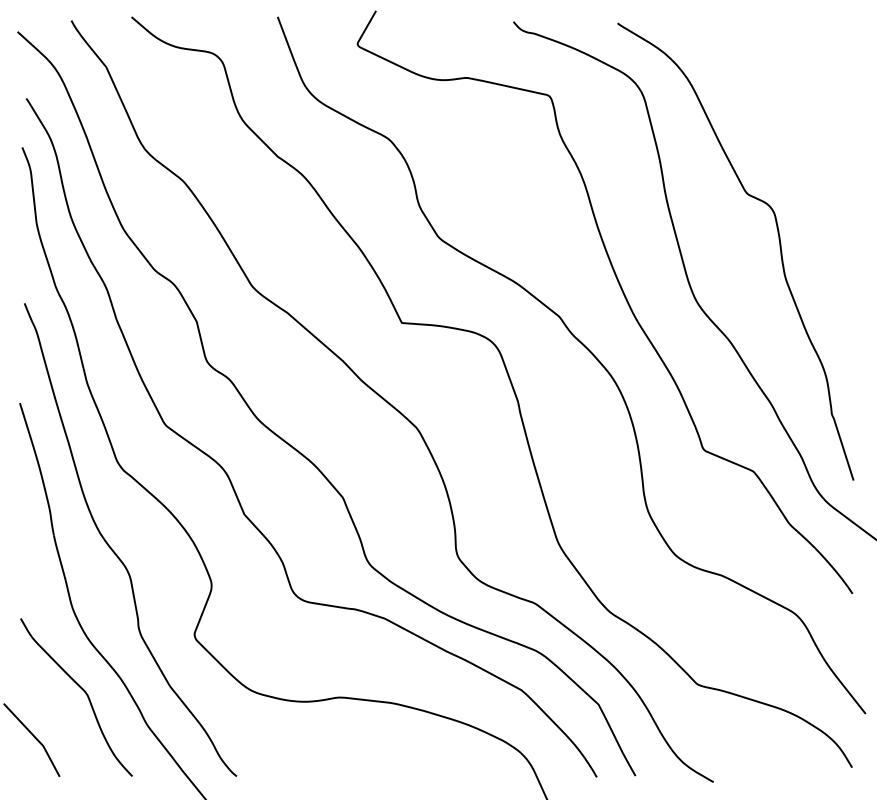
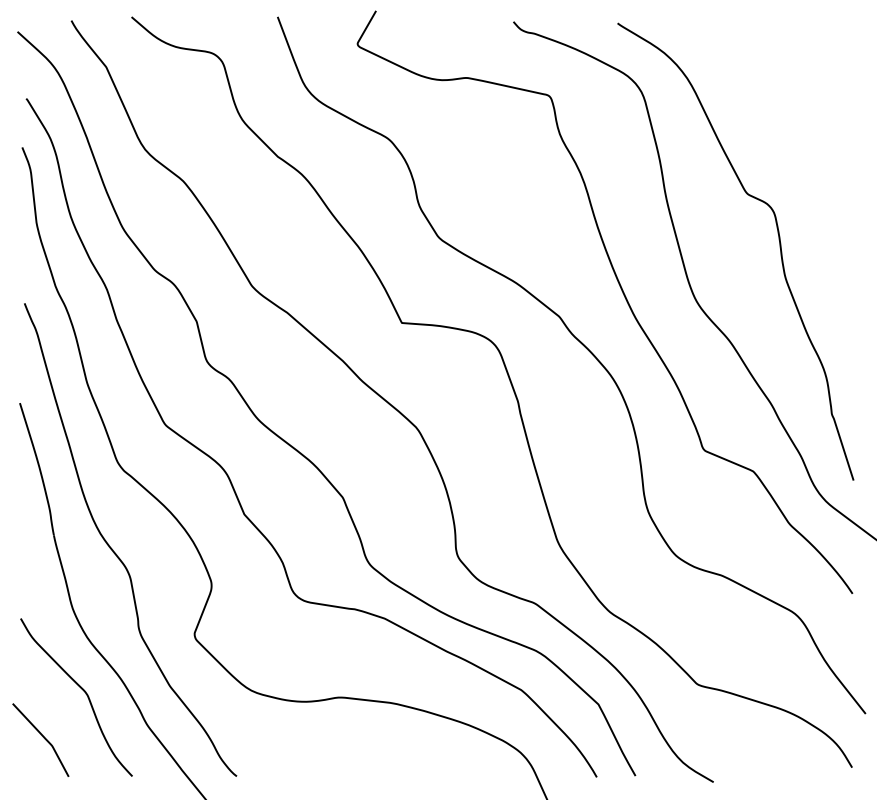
curve at (33, 737) position: (33, 737) -> (42, 737)
